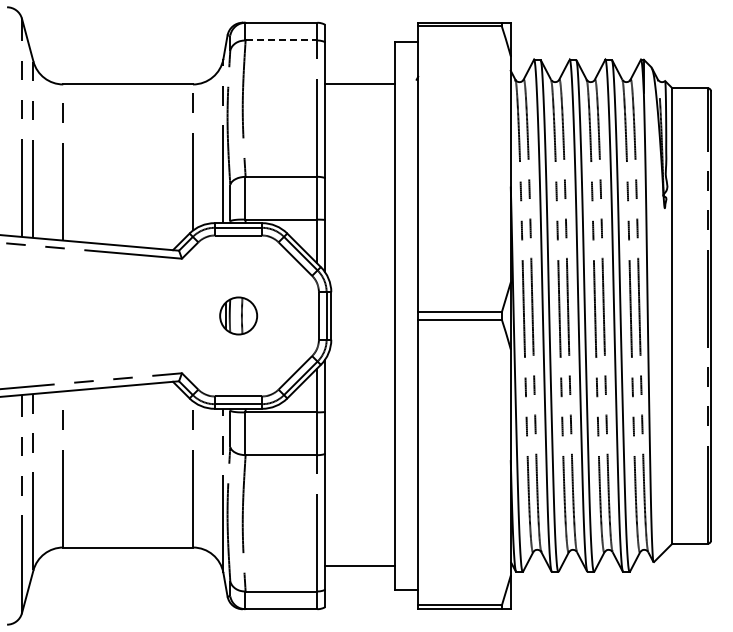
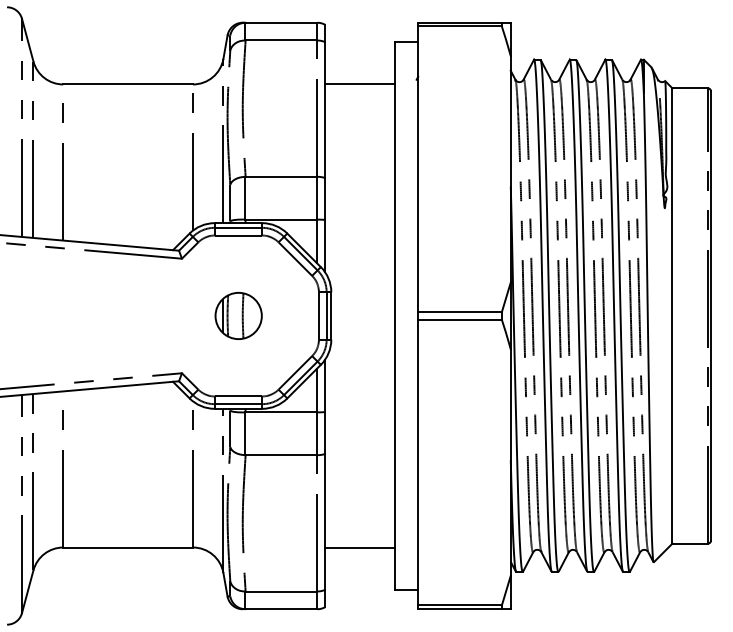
line at (281, 40): dashed -> solid
part at (238, 315) size: 40x40 px -> 49x48 px
line at (360, 565) position: (360, 565) -> (360, 547)
